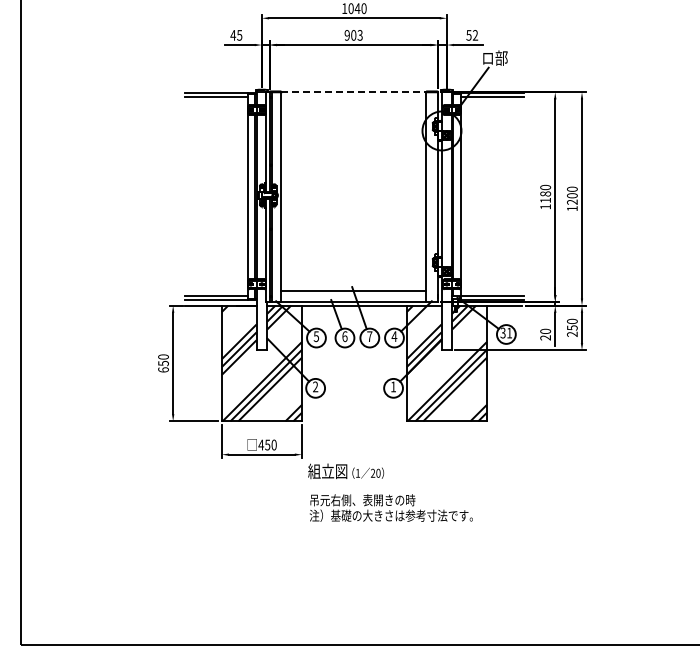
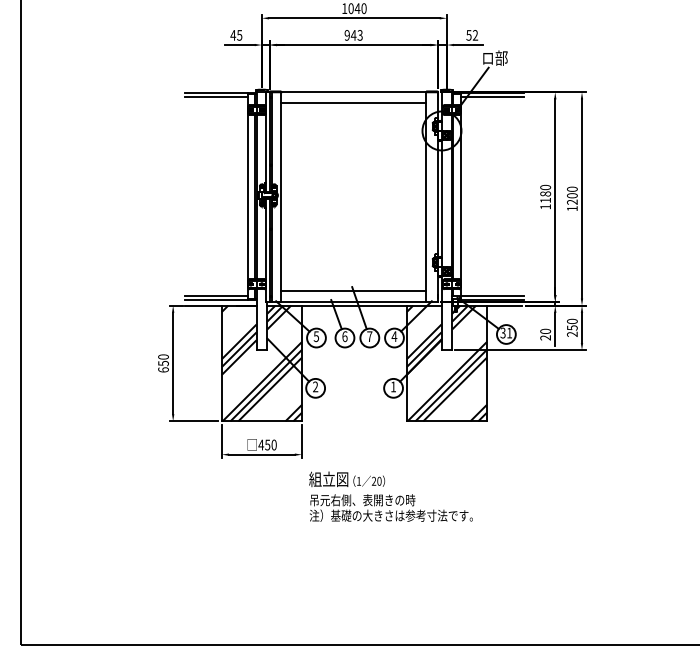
text at (353, 35): 903 -> 943
line at (354, 92): dashed -> solid
line at (353, 102): none -> present
text at (346, 470) position: (346, 470) -> (347, 478)
